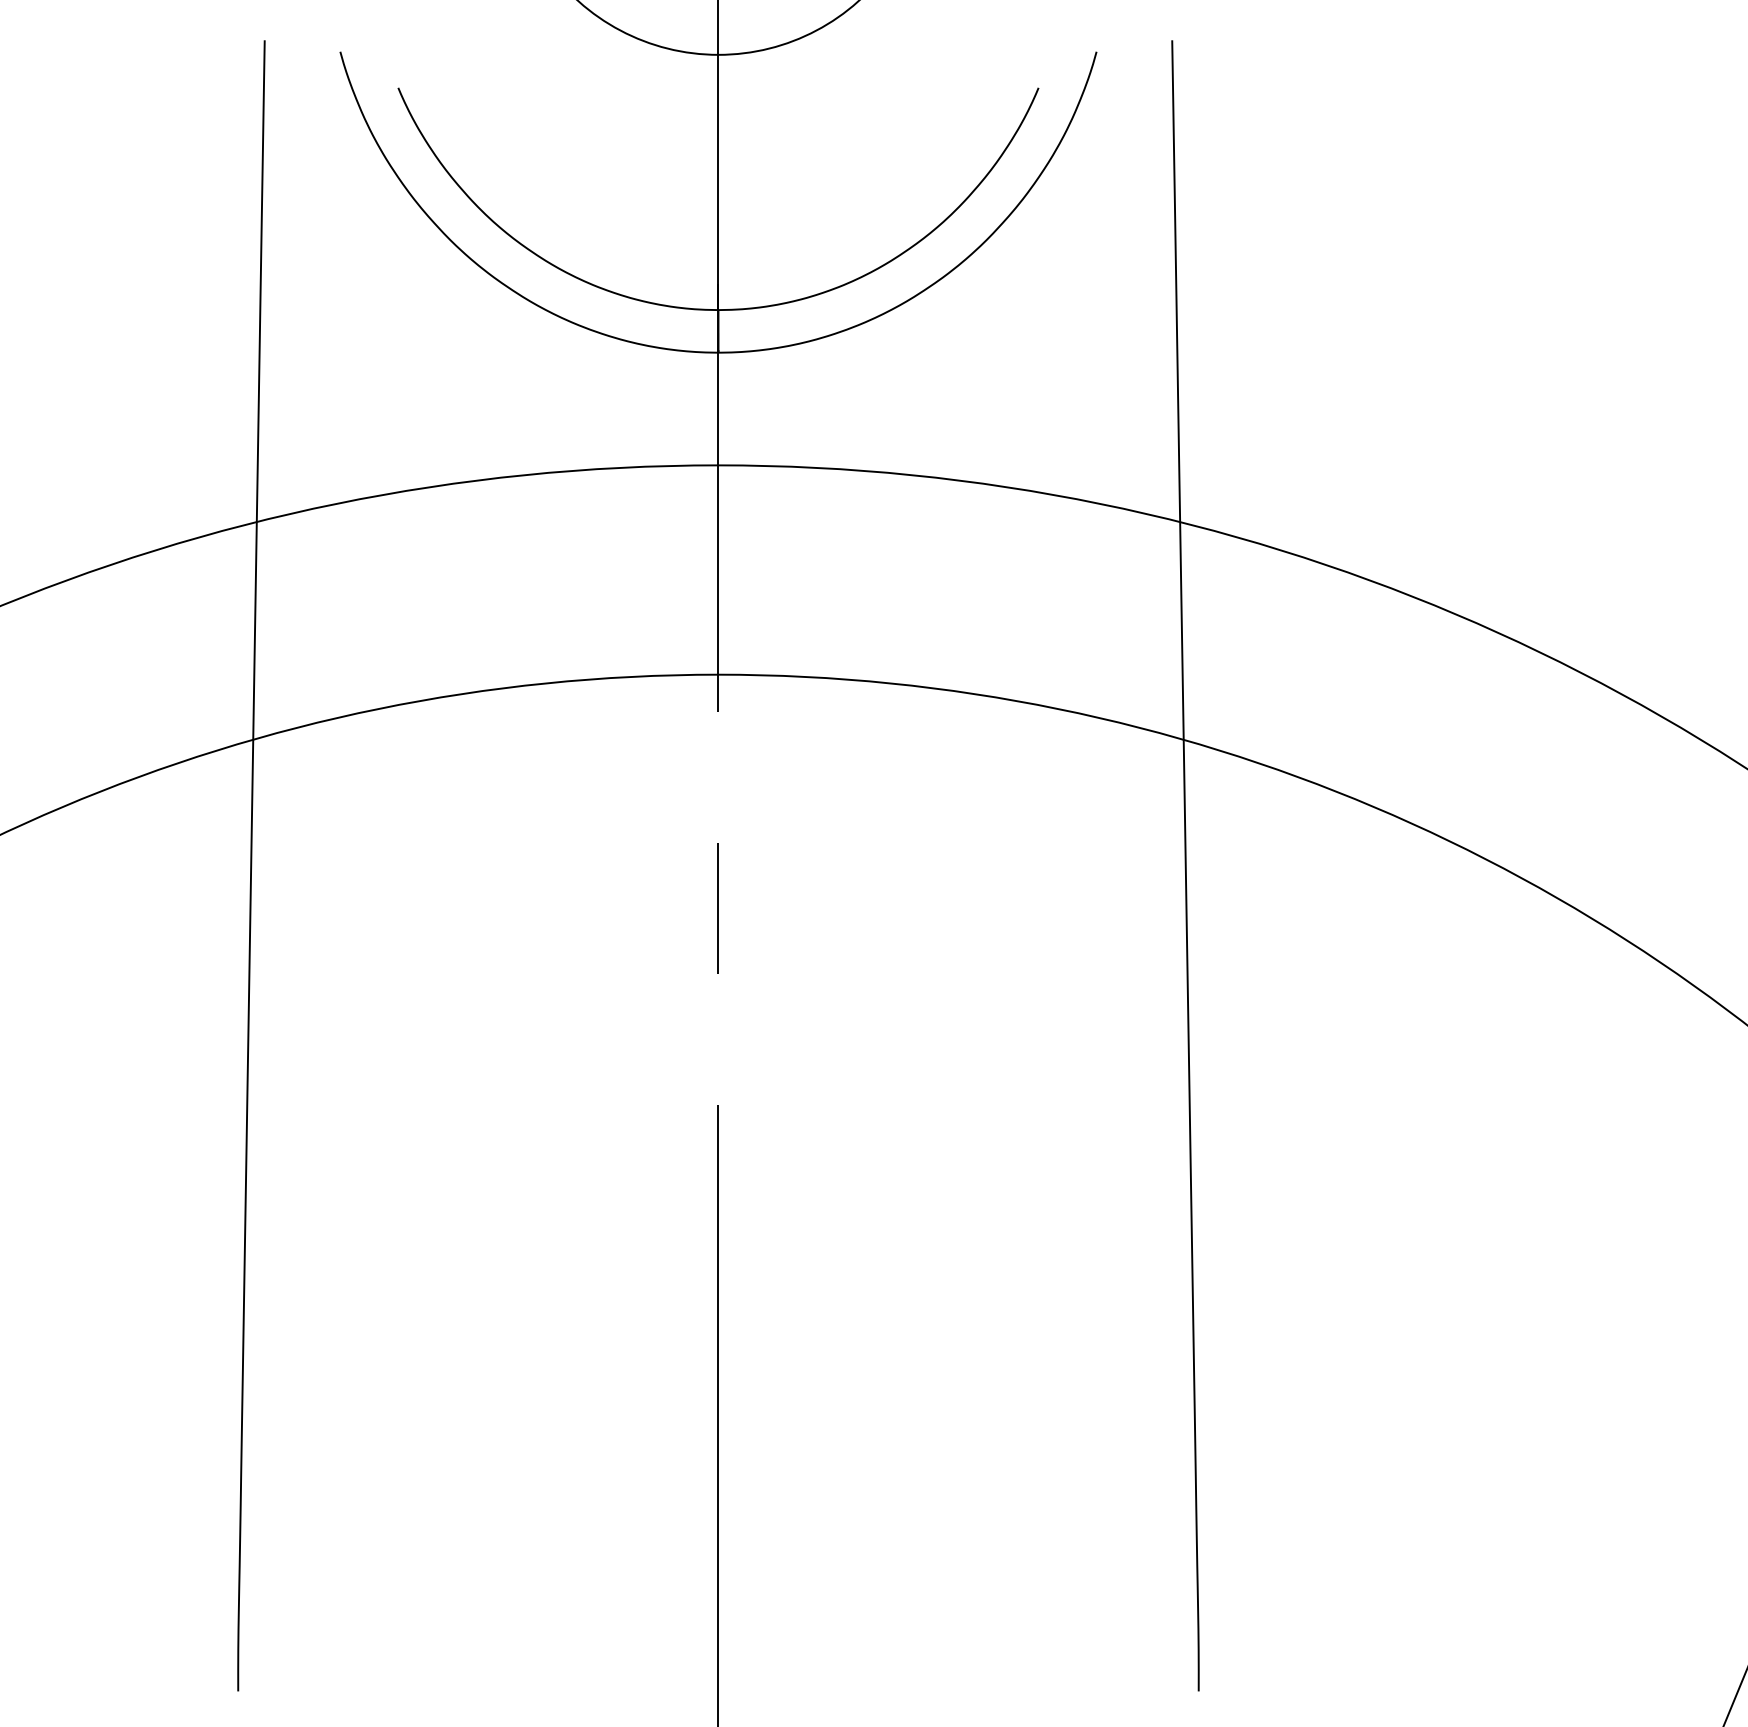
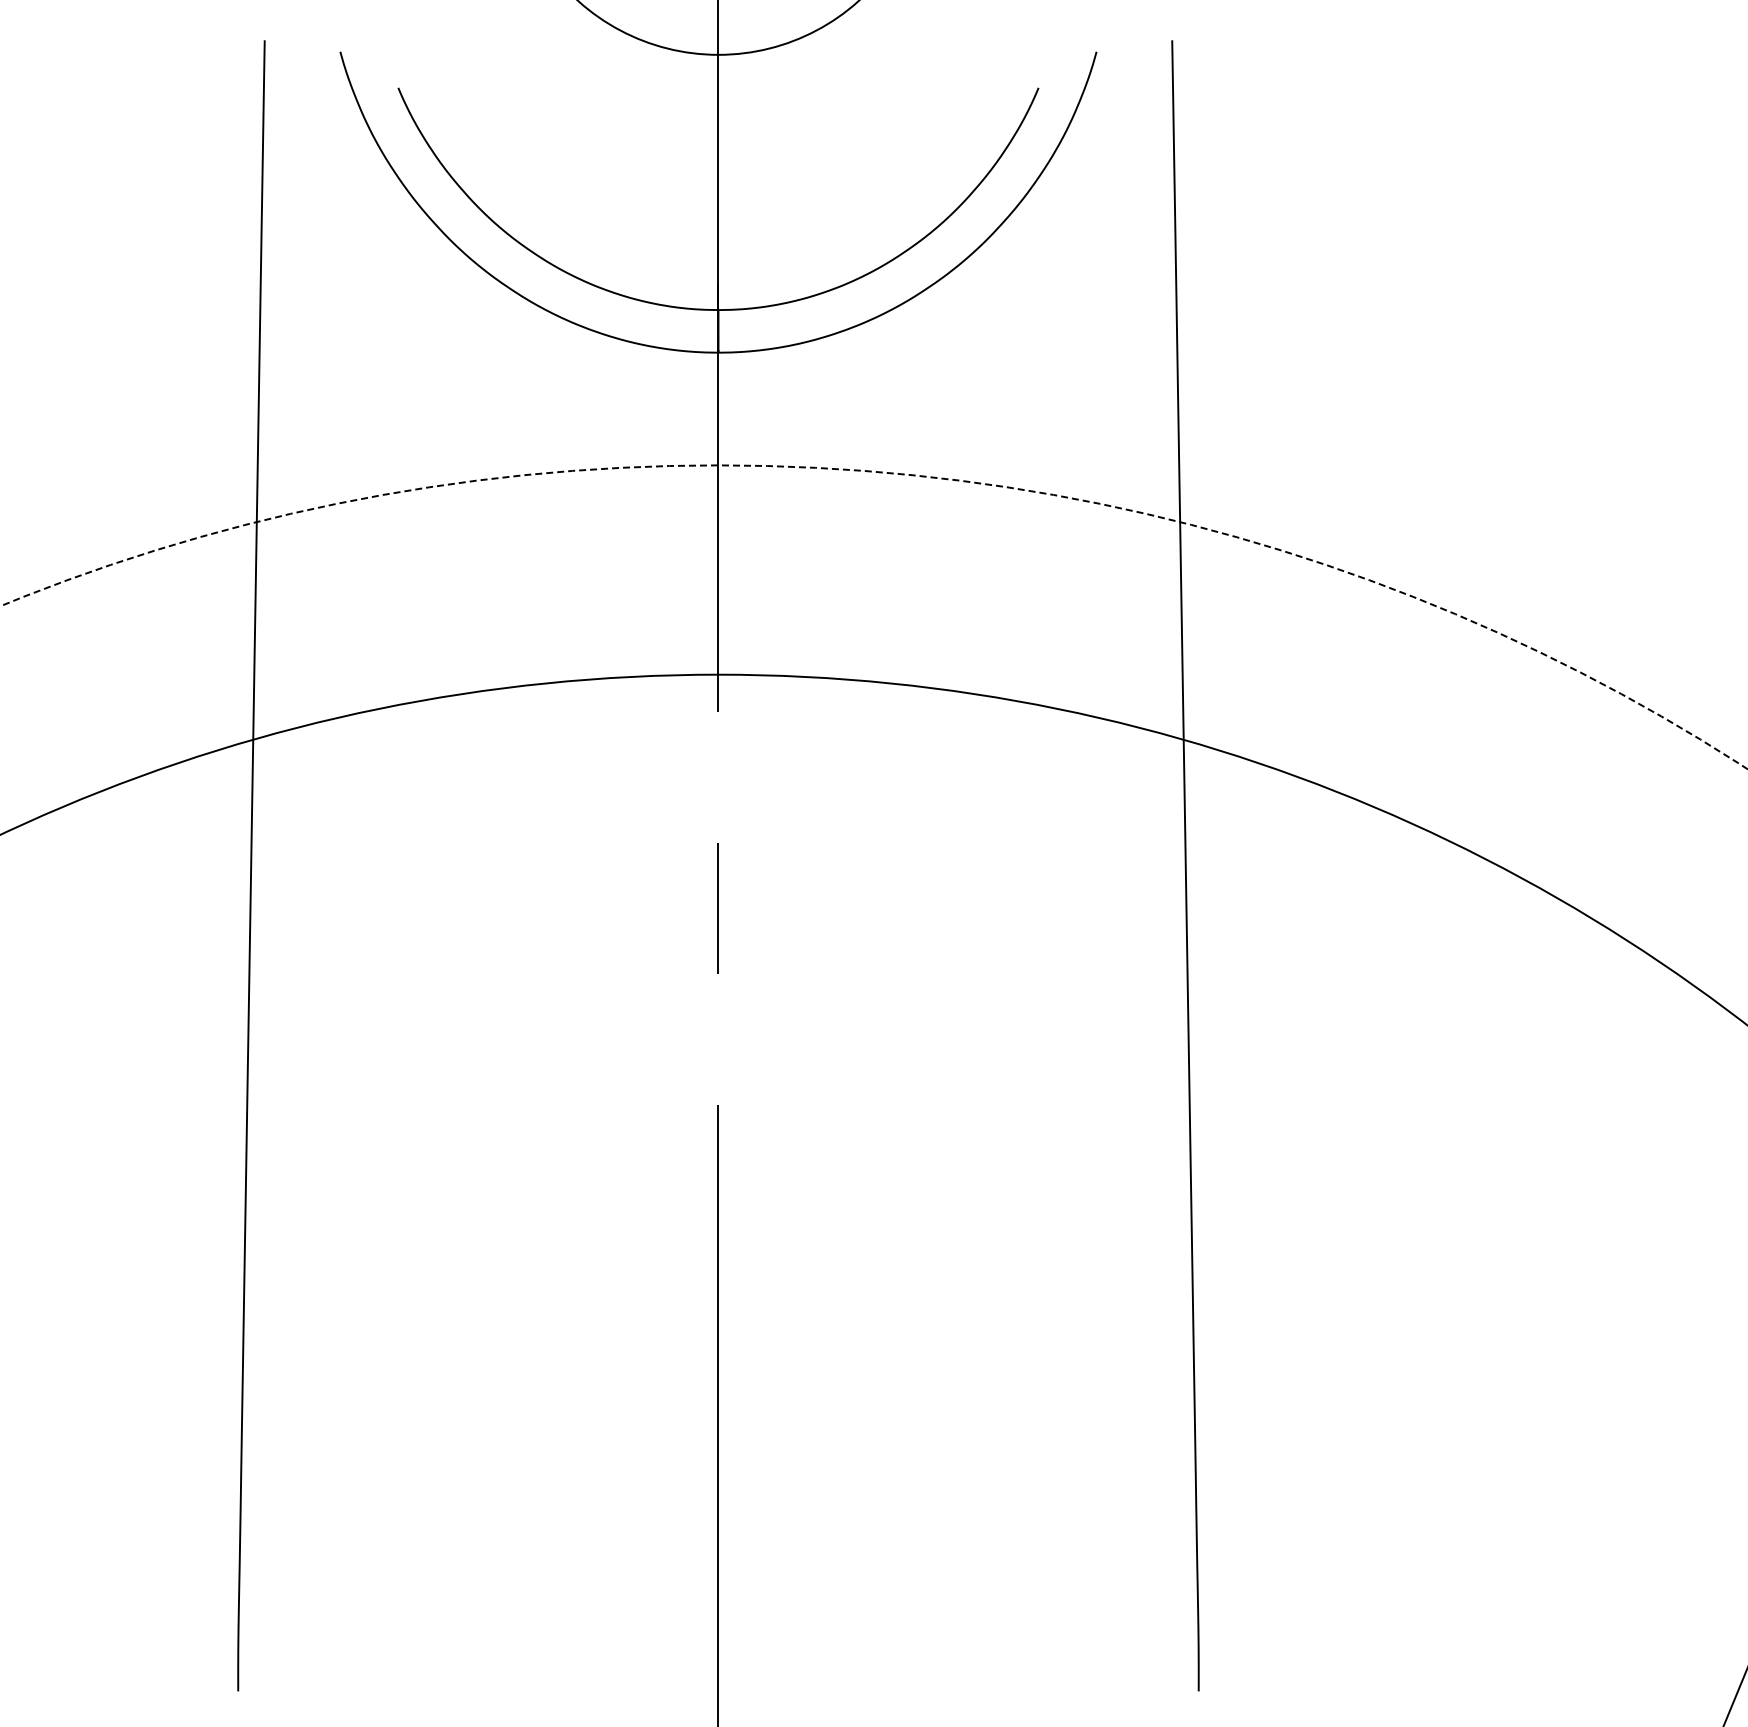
circle at (873, 617): solid -> dashed
